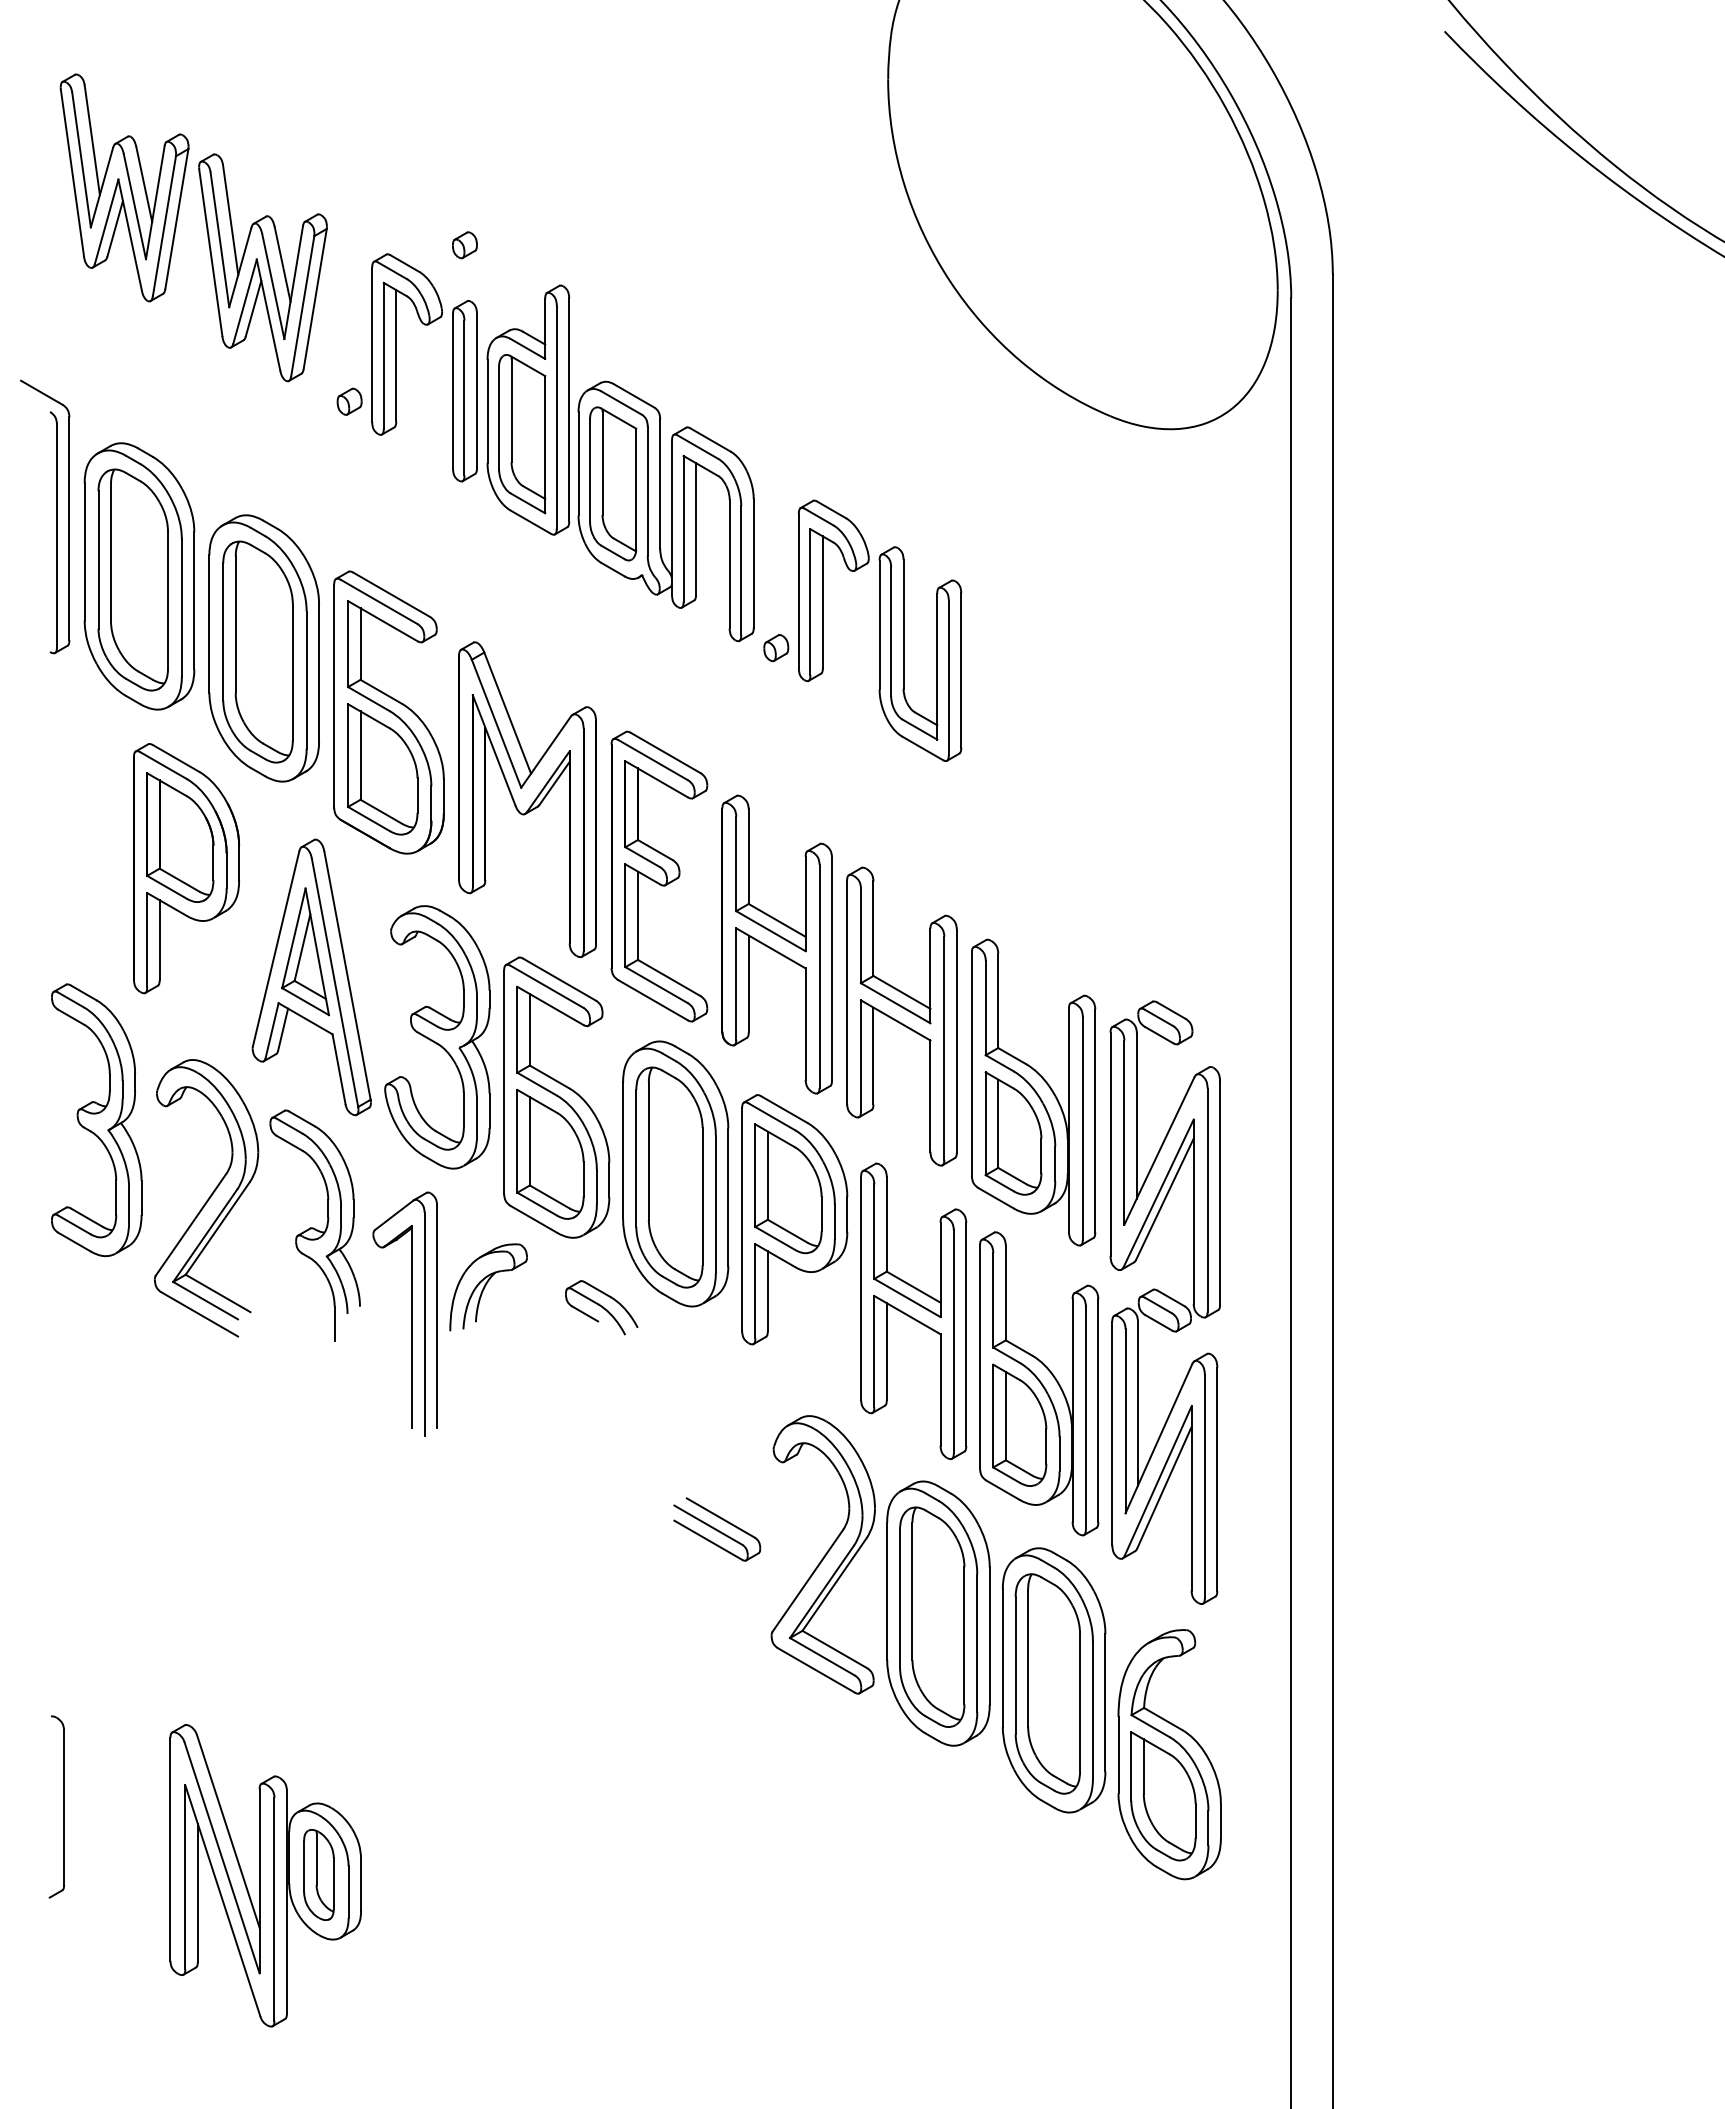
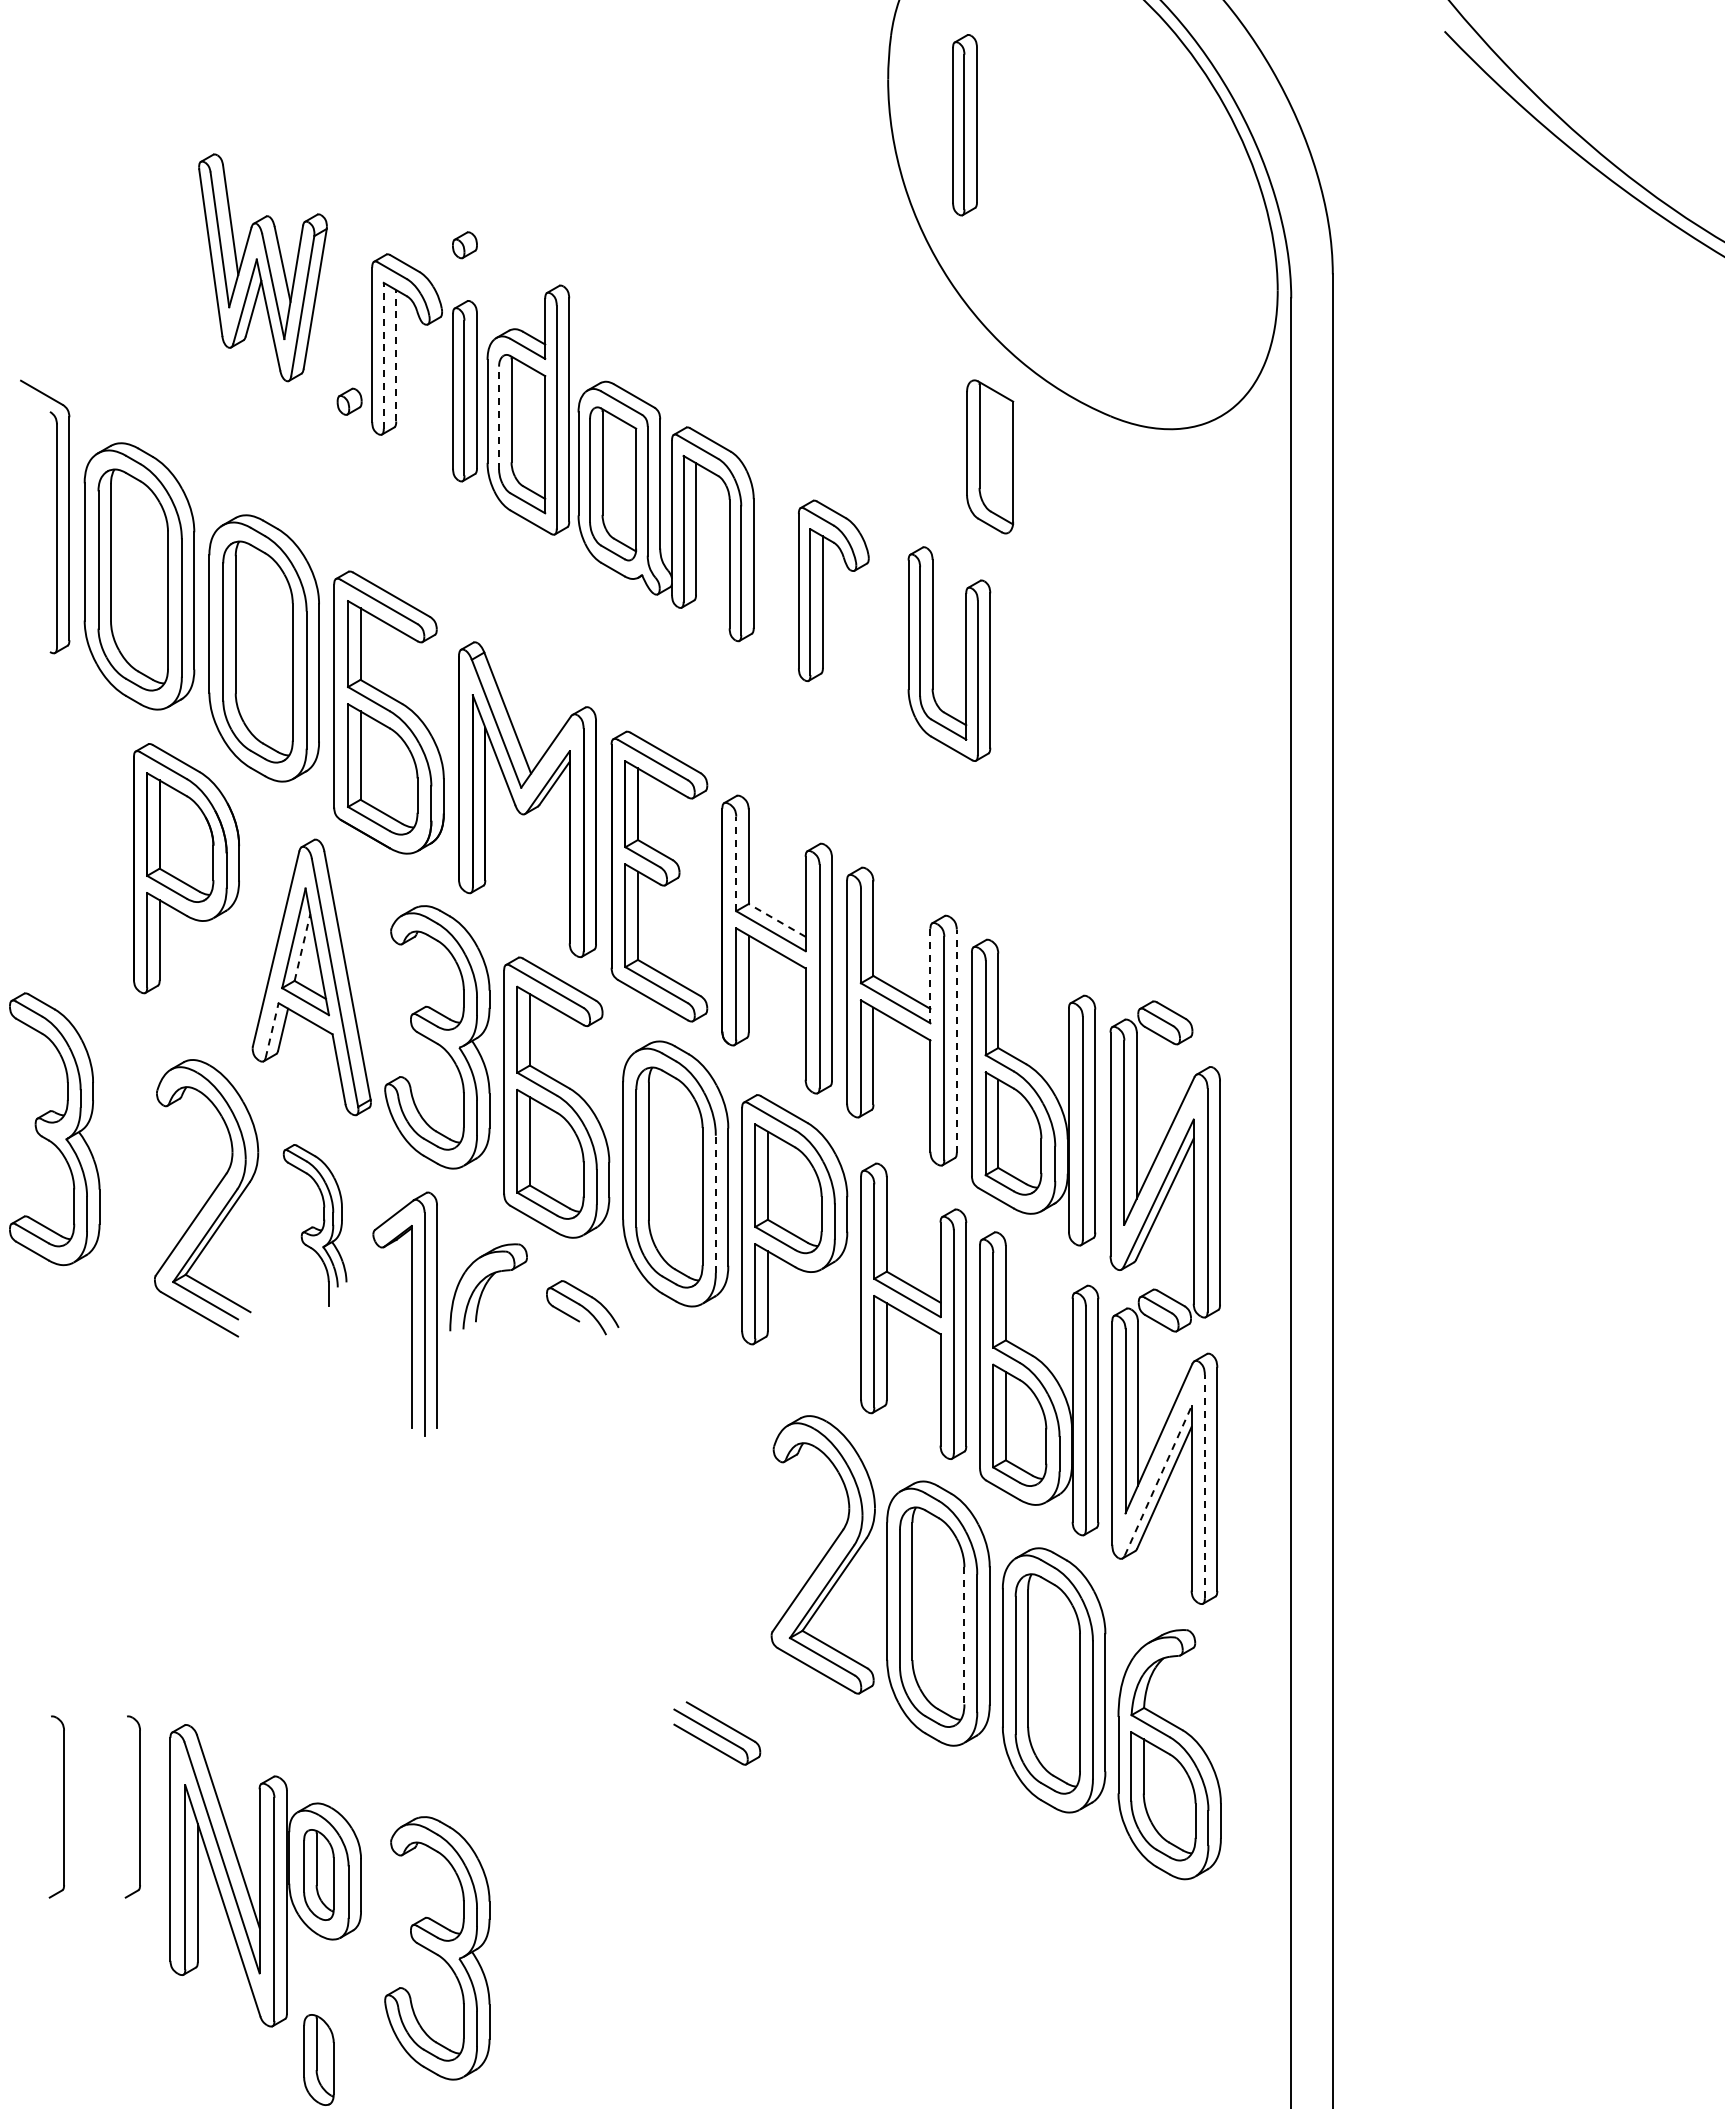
part at (964, 125): none -> present
part at (124, 187): present -> none
line at (383, 355): solid -> dashed
line at (396, 355): solid -> dashed
line at (499, 417): solid -> dashed
part at (990, 456): none -> present
part at (776, 648): present -> none
part at (904, 653) position: (904, 653) -> (933, 653)
line at (736, 863): solid -> dashed
line at (777, 920): solid -> dashed
line at (302, 947): solid -> dashed
line at (930, 976): solid -> dashed
line at (272, 1030): solid -> dashed
line at (956, 1040): solid -> dashed
part at (96, 1120) position: (96, 1120) -> (54, 1129)
line at (715, 1204): solid -> dashed
part at (314, 1225) size: 92x233 px -> 66x163 px
part at (601, 1307) position: (601, 1307) -> (582, 1307)
line at (1158, 1480): solid -> dashed
line at (1204, 1486): solid -> dashed
part at (717, 1529) position: (717, 1529) -> (717, 1733)
line at (964, 1635): solid -> dashed
part at (139, 1806): none -> present
part at (437, 1948): none -> present
part at (318, 2059): none -> present
